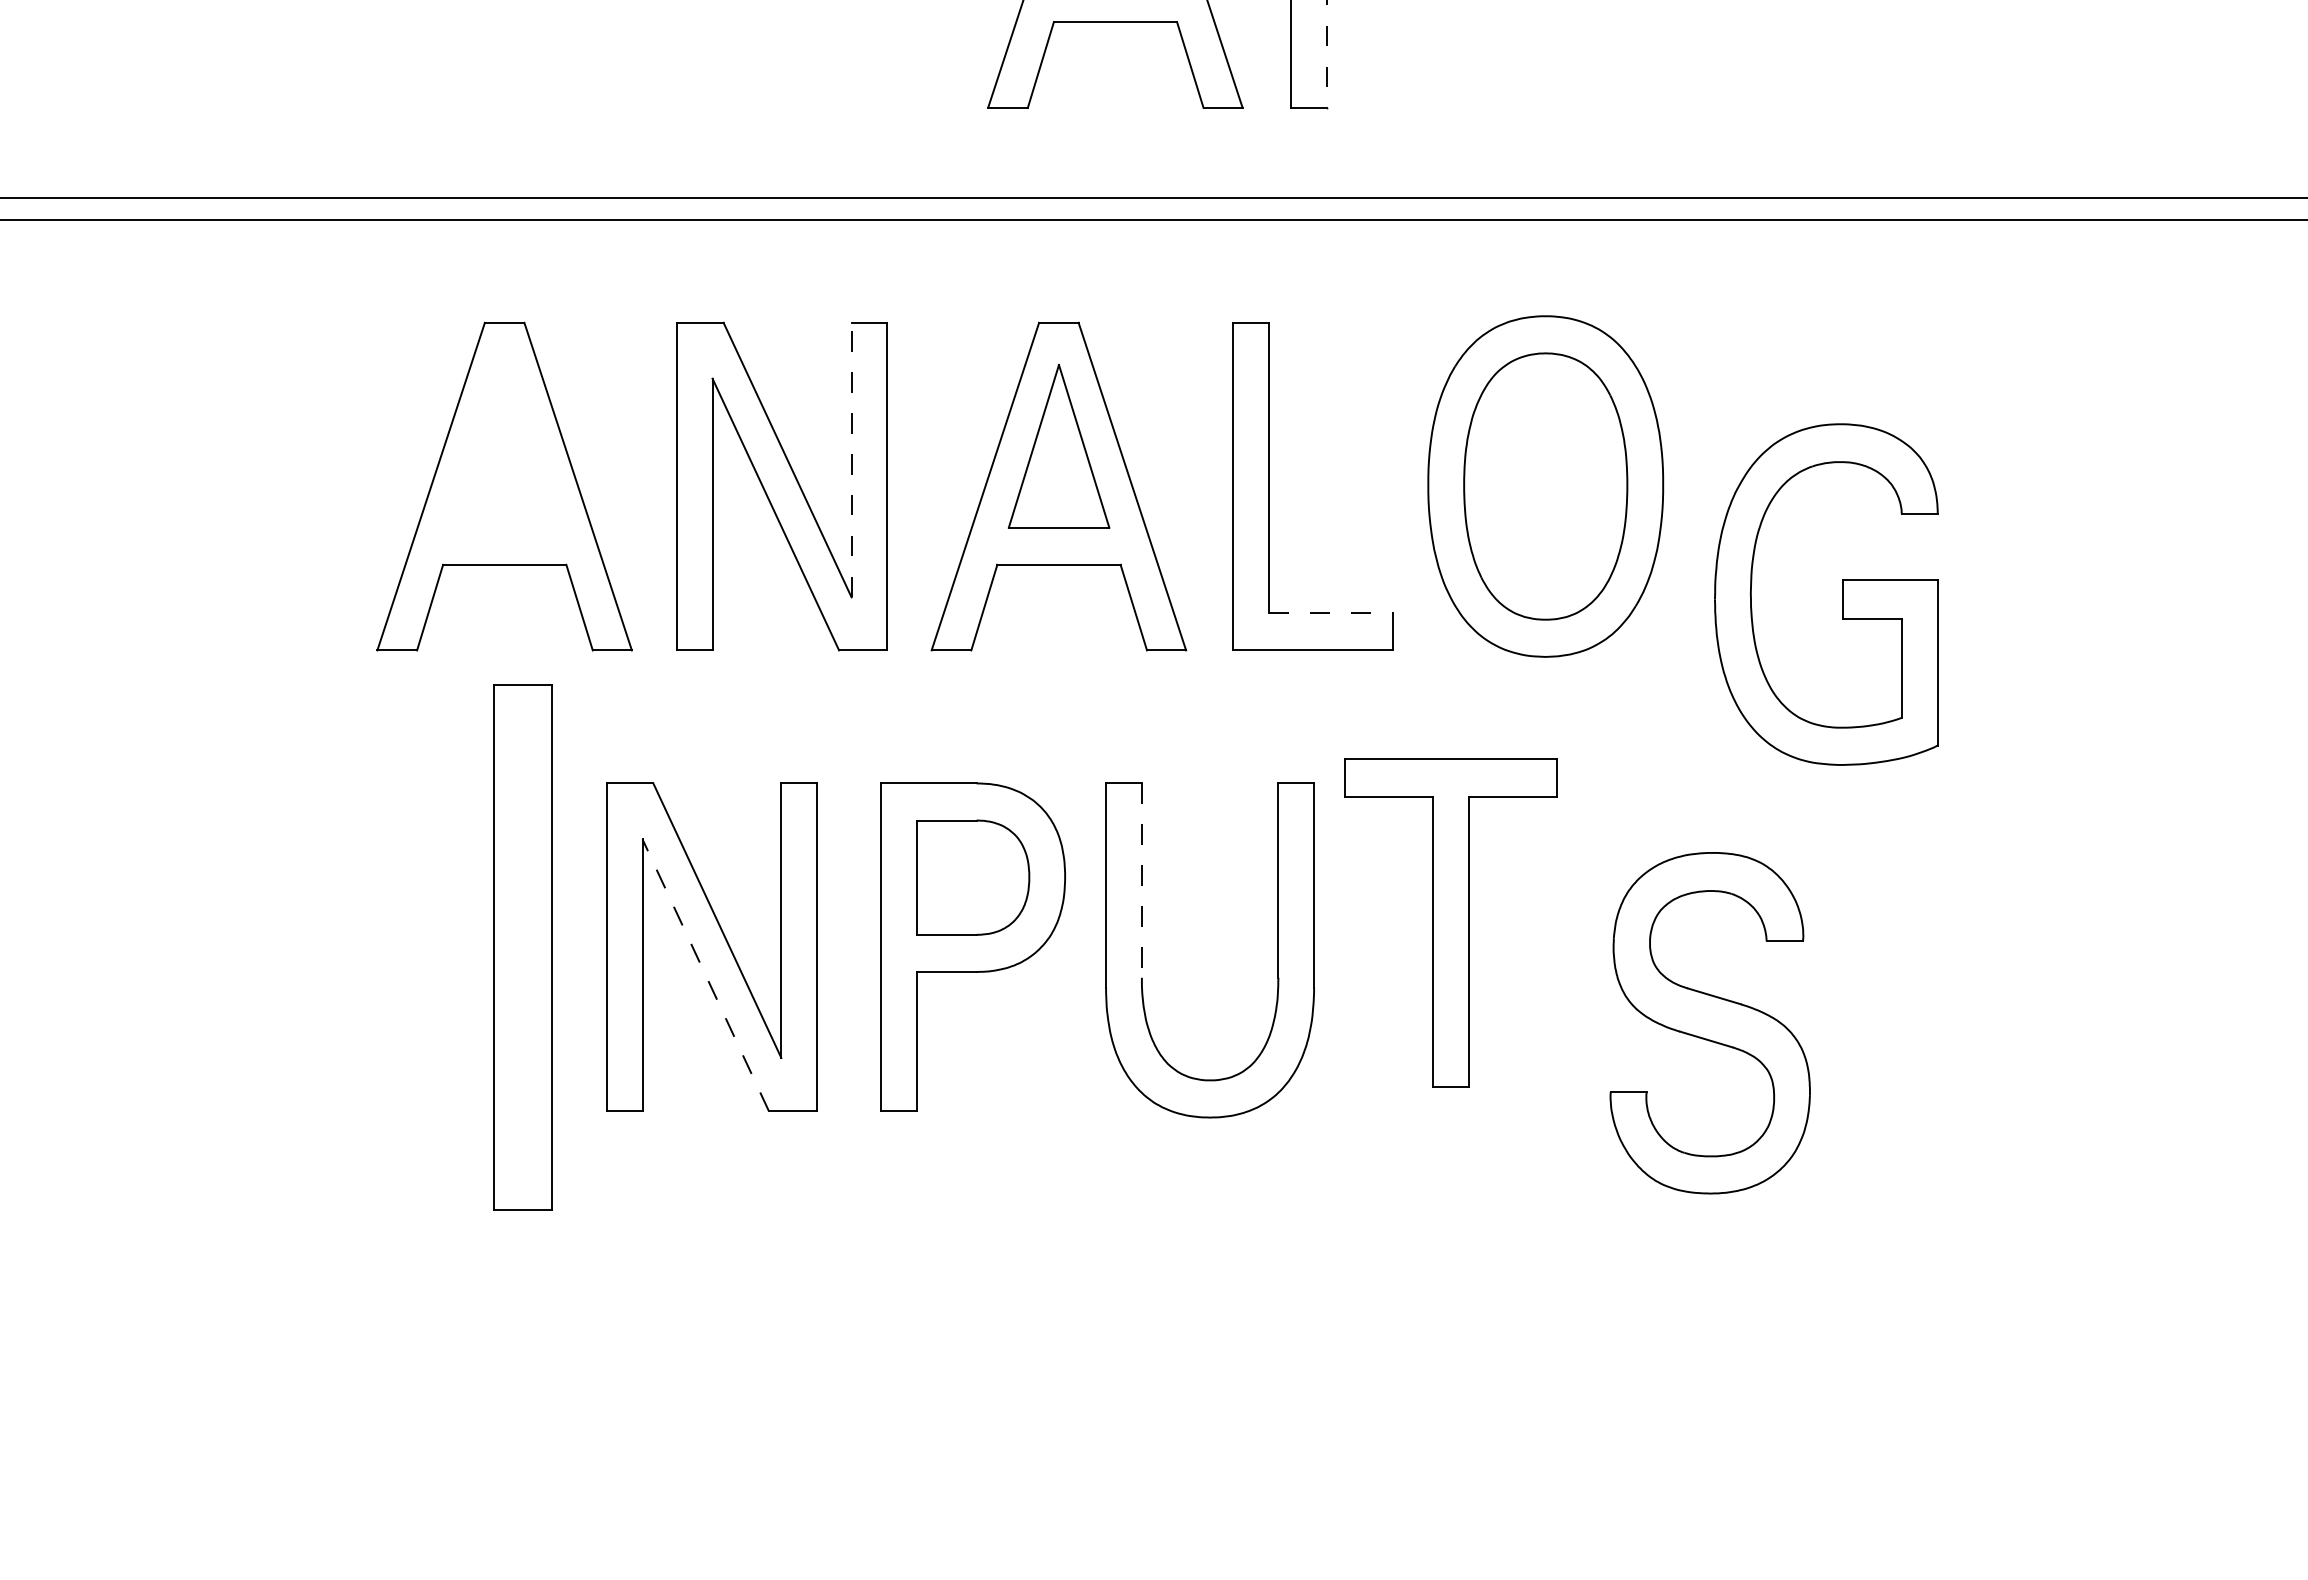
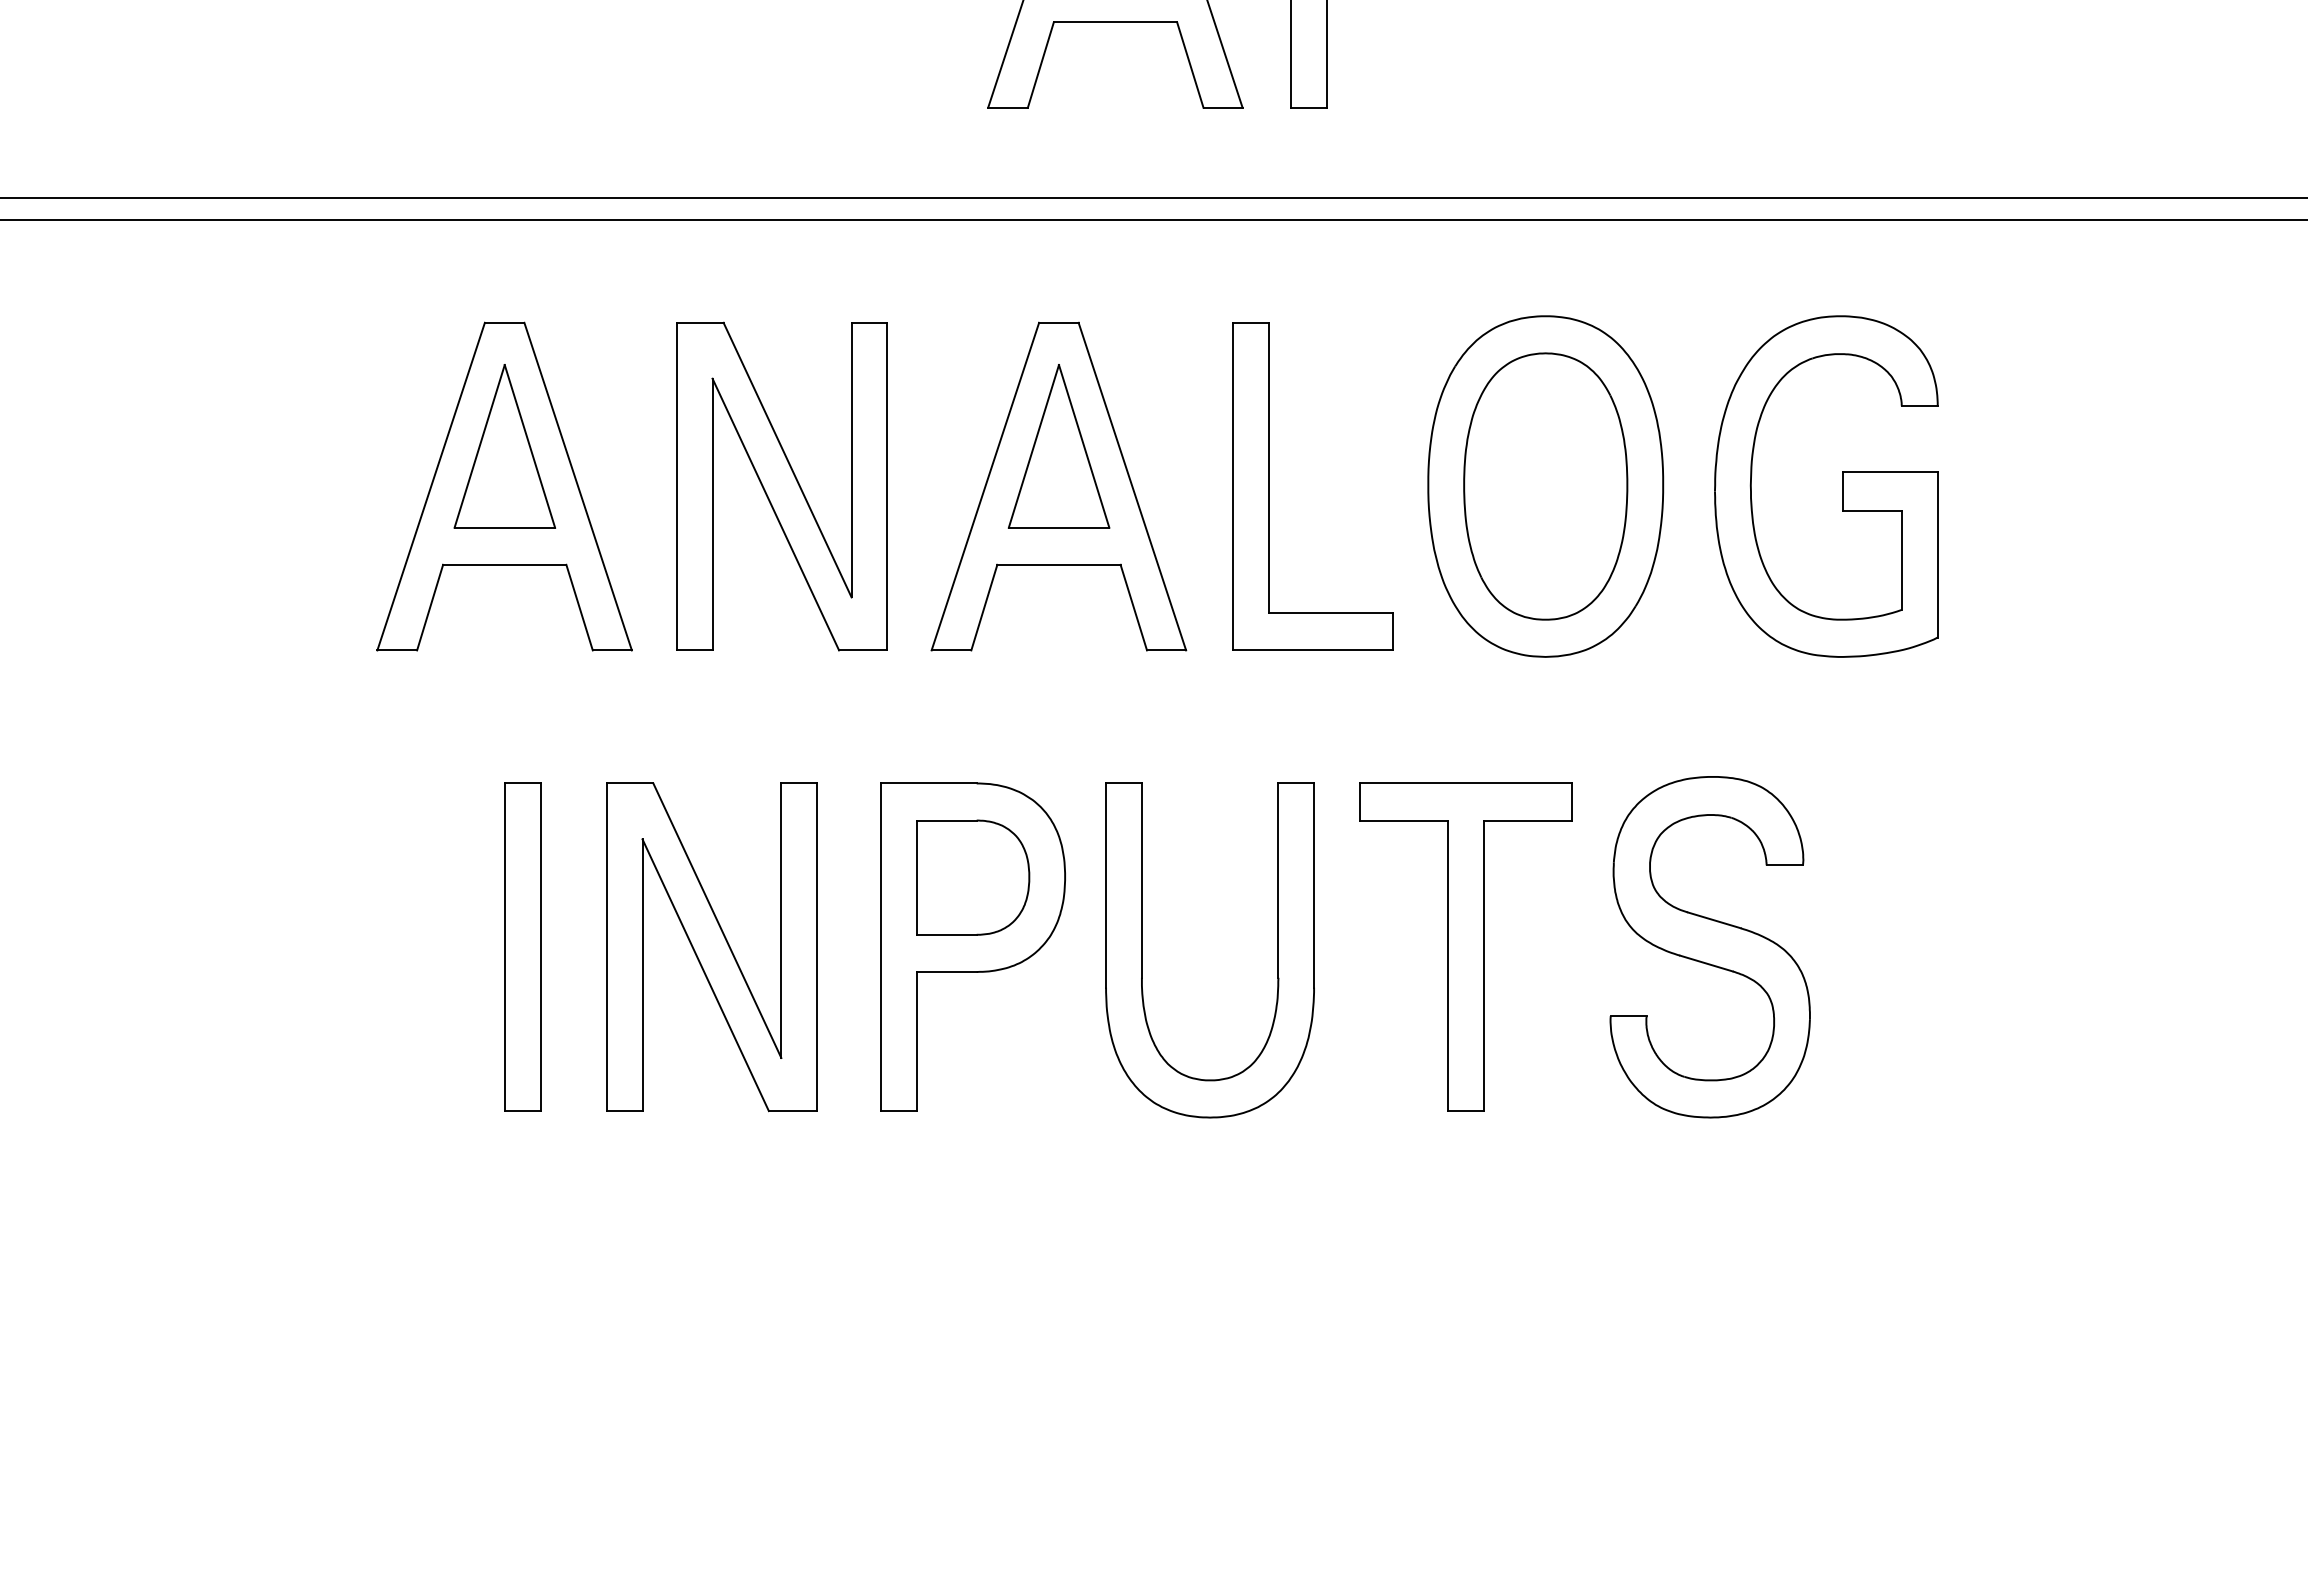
line at (1326, 54): dashed -> solid
part at (504, 446): none -> present
line at (851, 459): dashed -> solid
part at (1842, 594) position: (1842, 594) -> (1842, 486)
line at (1330, 613): dashed -> solid
line at (1141, 881): dashed -> solid
part at (1450, 922) position: (1450, 922) -> (1465, 946)
part at (522, 947) size: 60x527 px -> 38x330 px
line at (705, 975): dashed -> solid
part at (1709, 1023) position: (1709, 1023) -> (1709, 947)
